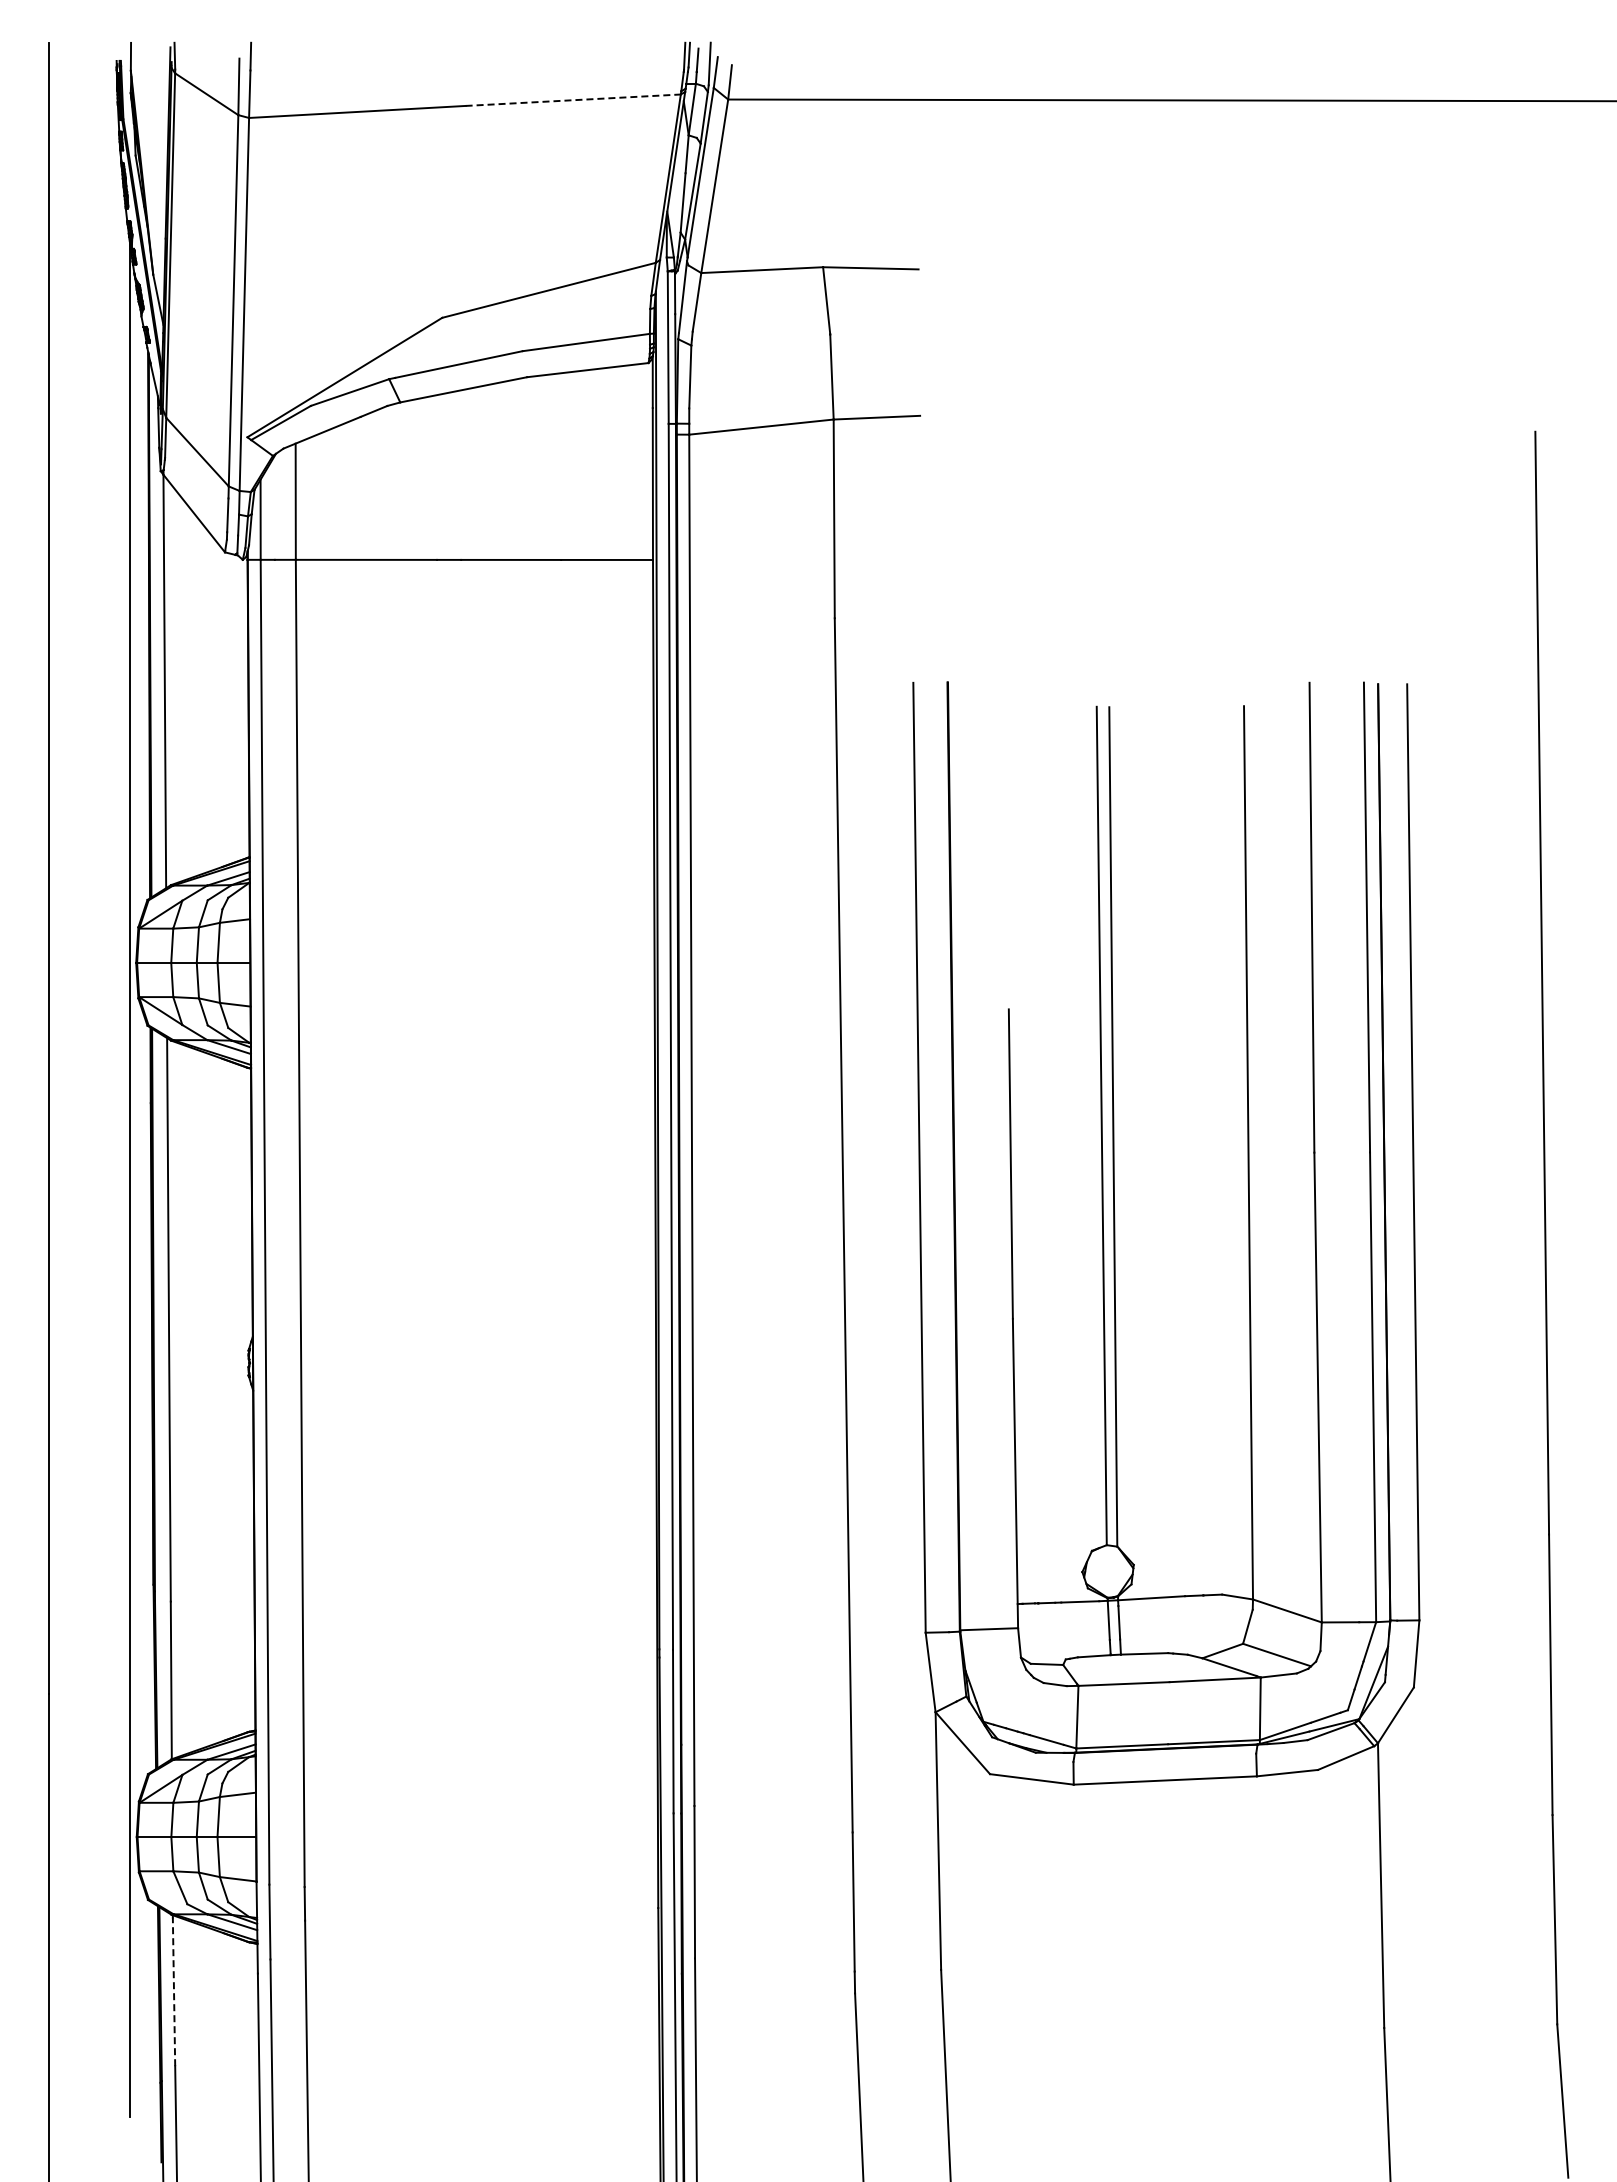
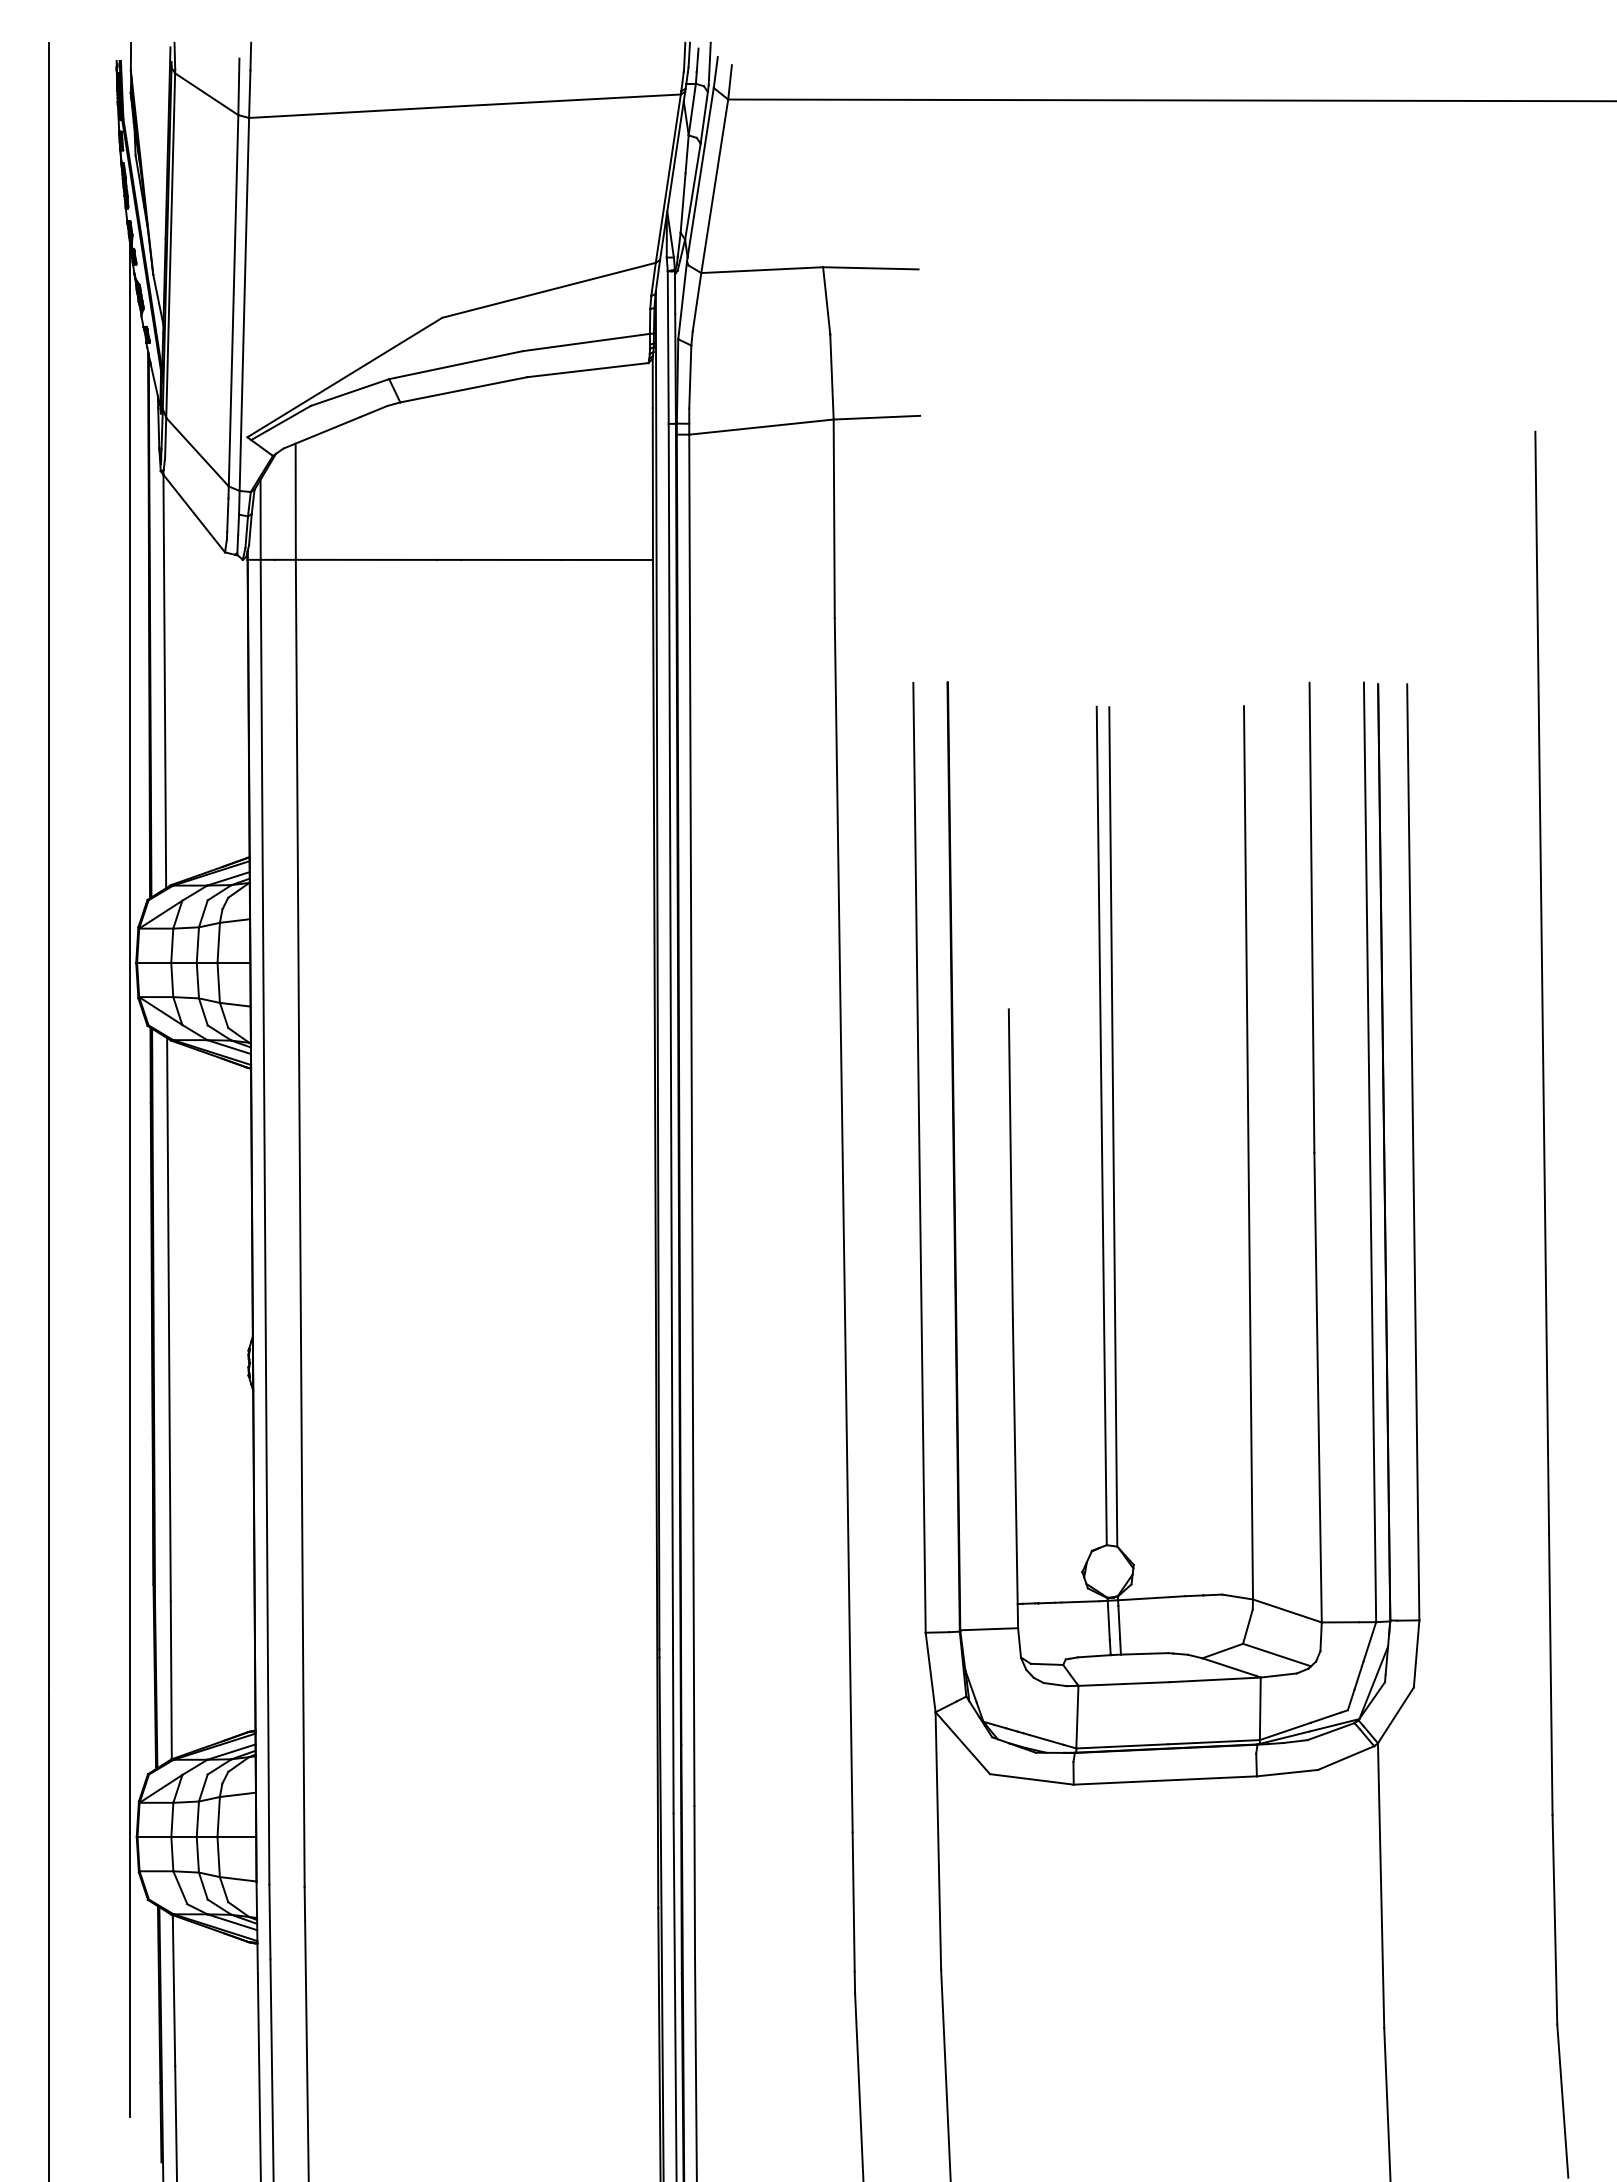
line at (573, 100): dashed -> solid
line at (174, 1991): dashed -> solid
